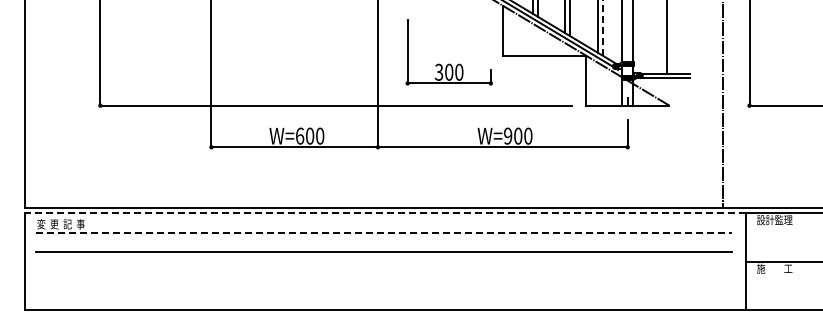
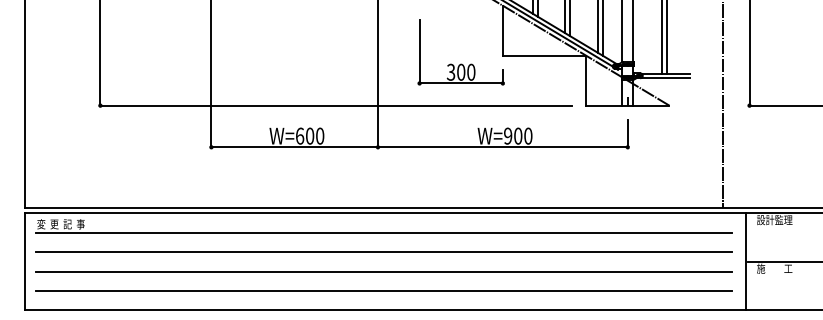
line at (602, 27): dashed -> solid
line at (662, 37): none -> present
part at (448, 63) position: (448, 63) -> (460, 63)
line at (385, 213): dashed -> solid
line at (384, 232): dashed -> solid
line at (384, 271): none -> present
line at (384, 291): none -> present
